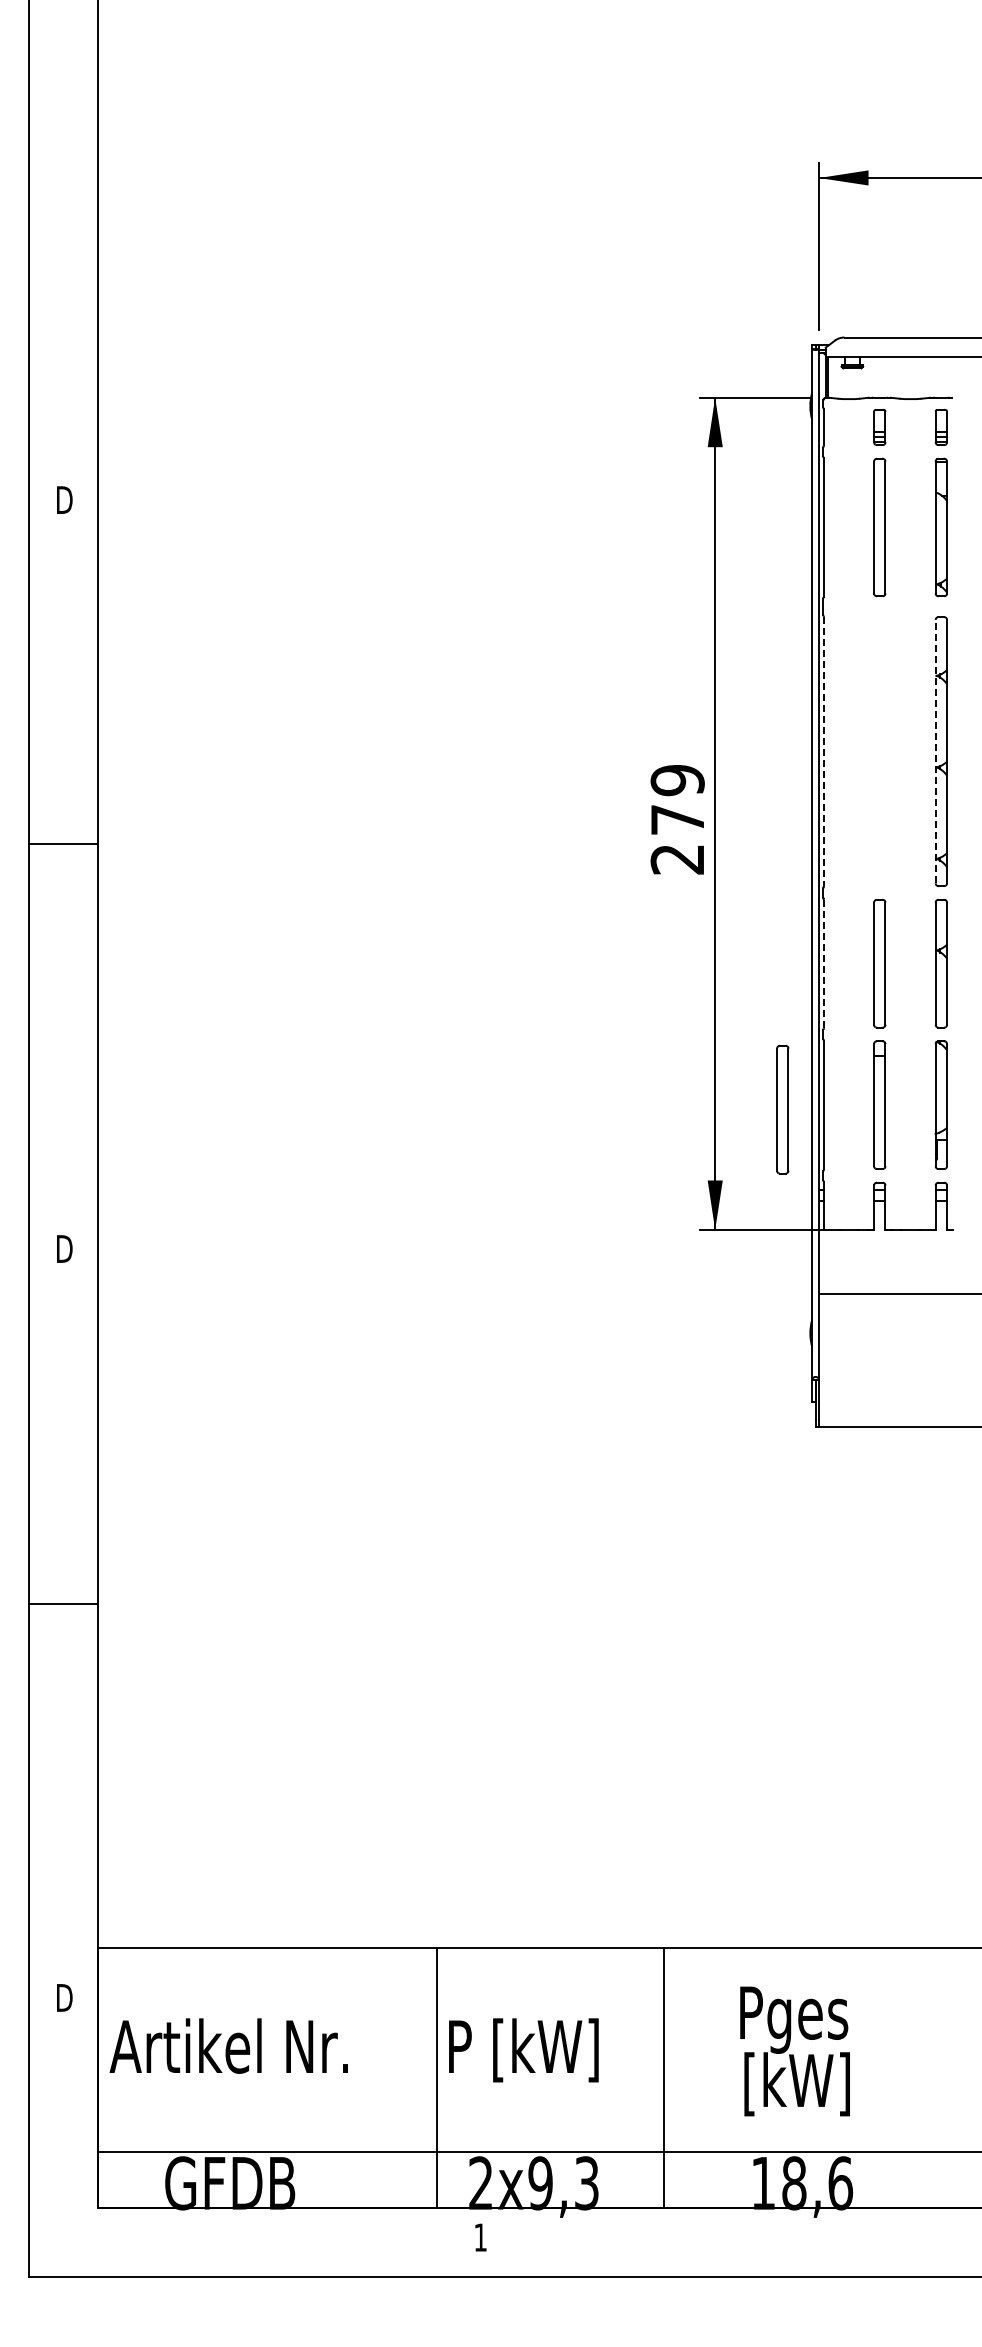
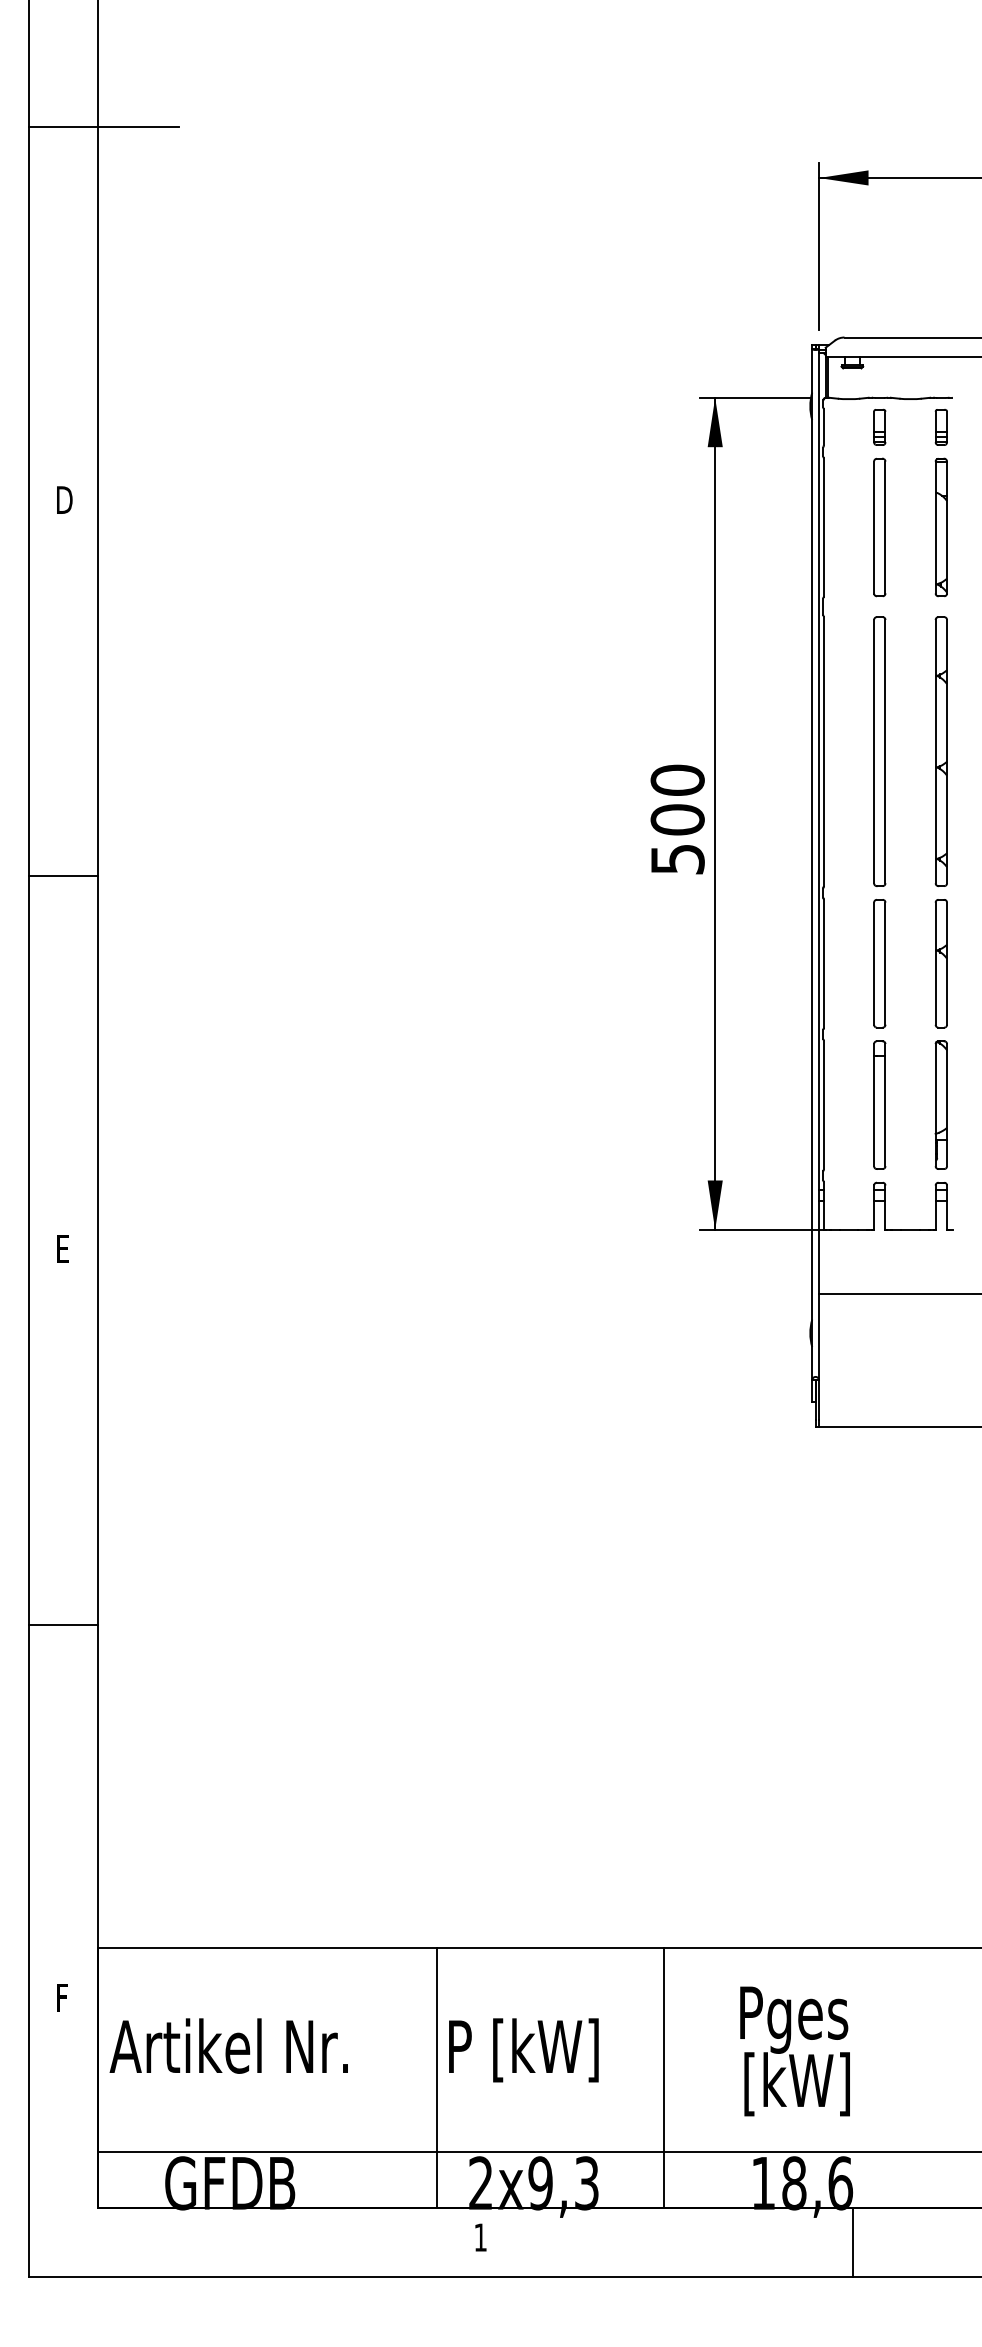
line at (104, 127): none -> present
line at (823, 751): dashed -> solid
part at (879, 751): none -> present
line at (935, 751): dashed -> solid
text at (677, 819): 279 -> 500
line at (63, 844) position: (63, 844) -> (63, 876)
line at (823, 964): dashed -> solid
part at (782, 1109): present -> none
text at (64, 1248): D -> E
line at (63, 1604) position: (63, 1604) -> (63, 1625)
text at (64, 1997): D -> F
line at (853, 2241): none -> present
